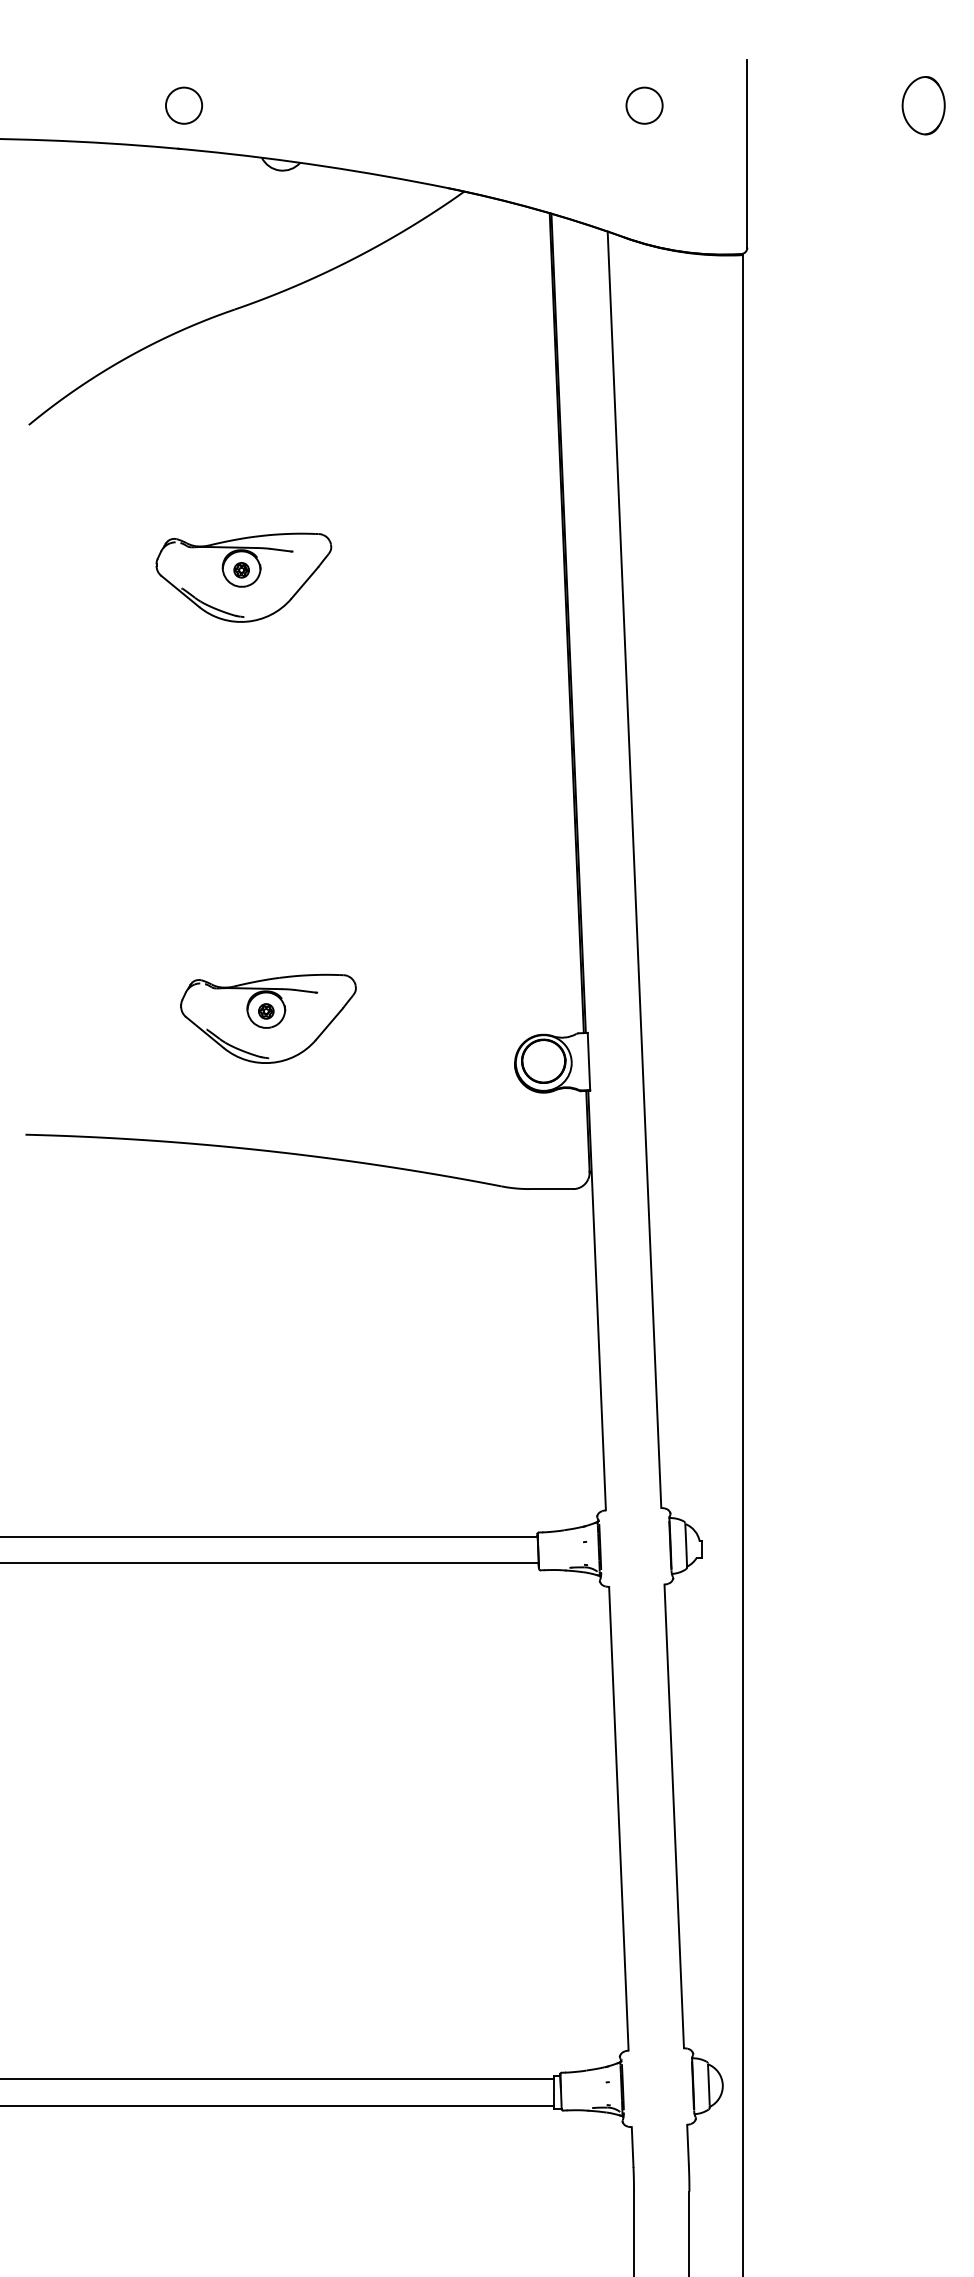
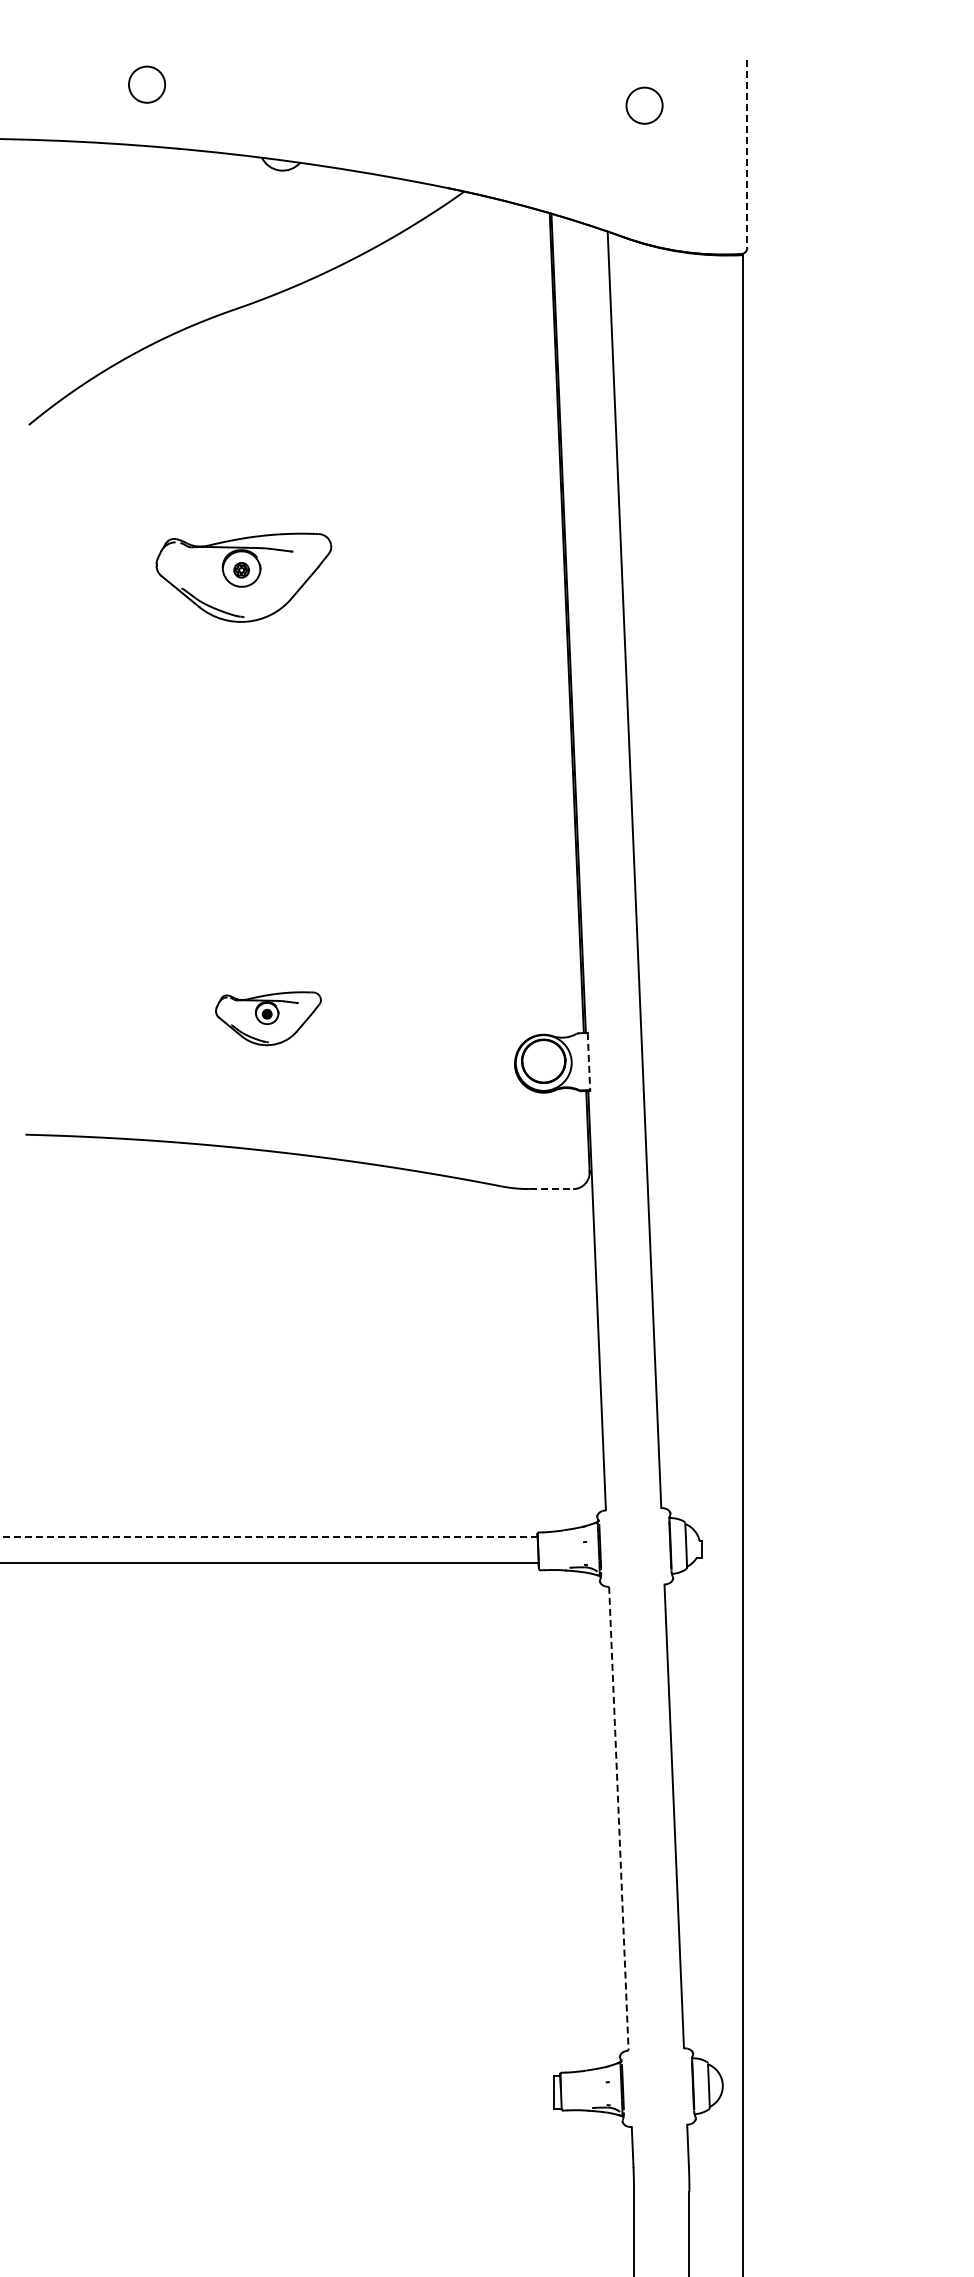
circle at (183, 105) position: (183, 105) -> (146, 84)
part at (923, 105): present -> none
line at (747, 153): solid -> dashed
part at (268, 1018) size: 177x91 px -> 107x56 px
line at (588, 1061): solid -> dashed
line at (551, 1189): solid -> dashed
line at (268, 1536): solid -> dashed
line at (618, 1818): solid -> dashed
line at (278, 2079): present -> none
line at (278, 2105): present -> none
